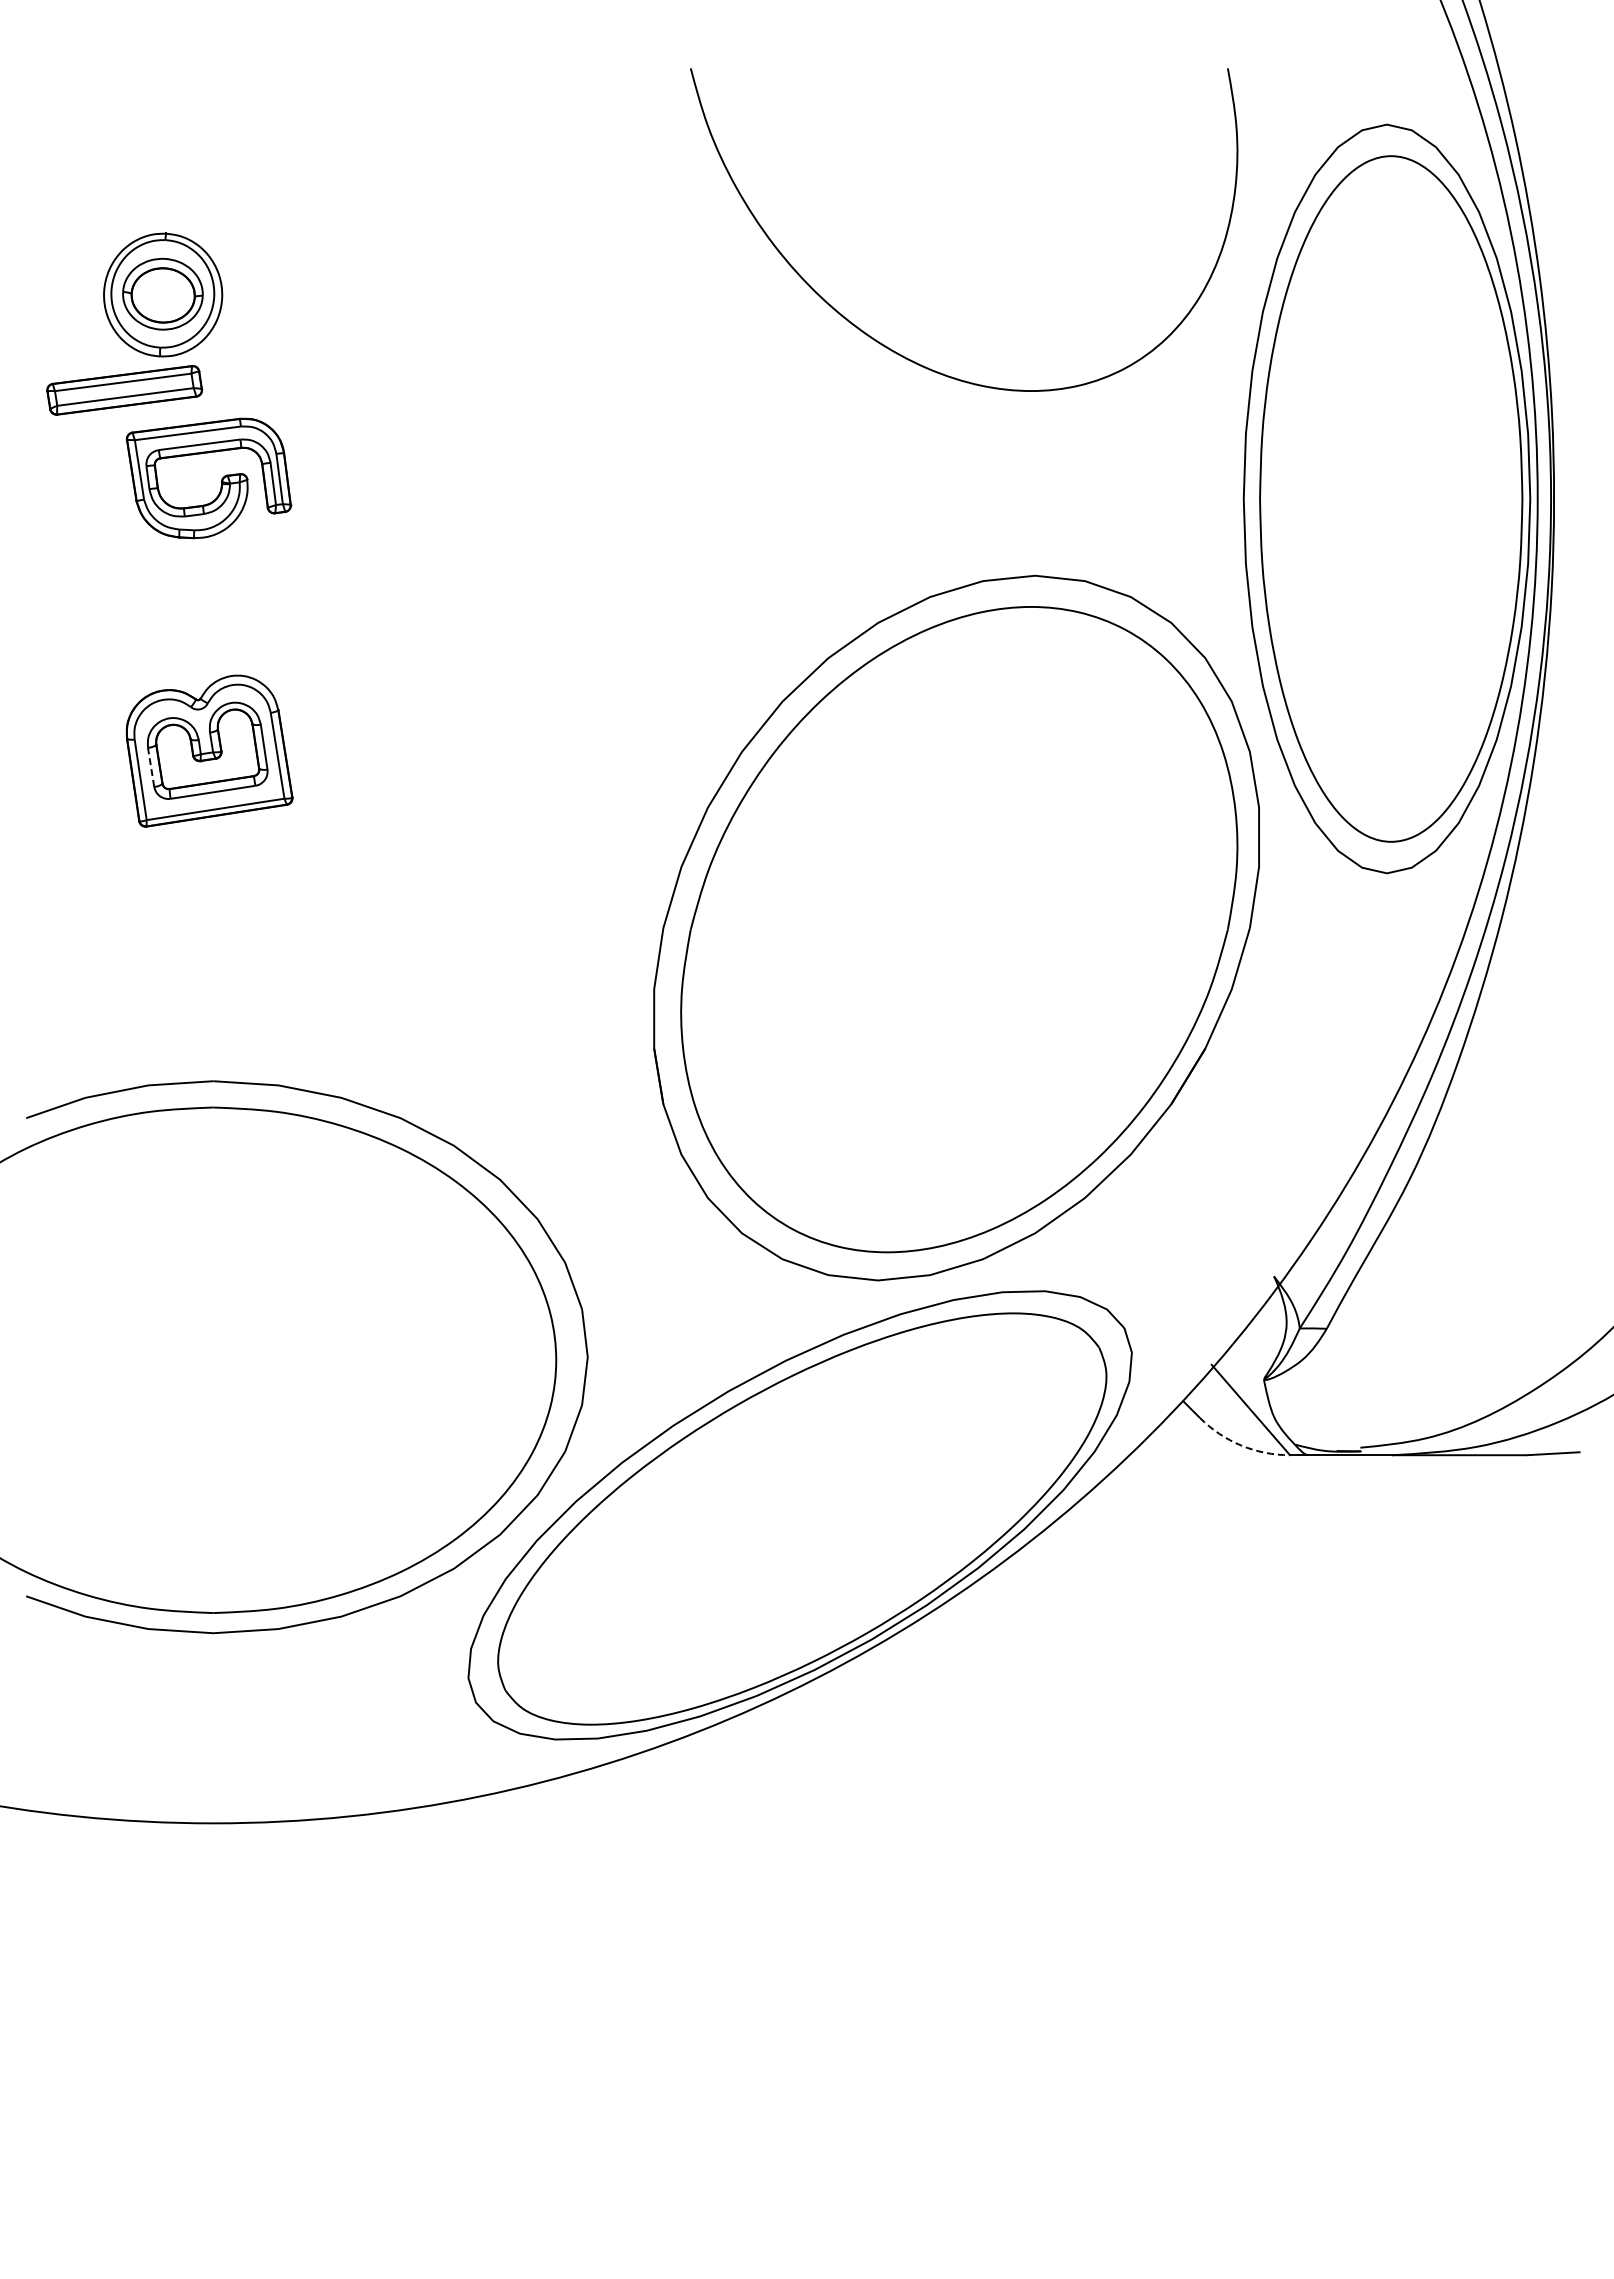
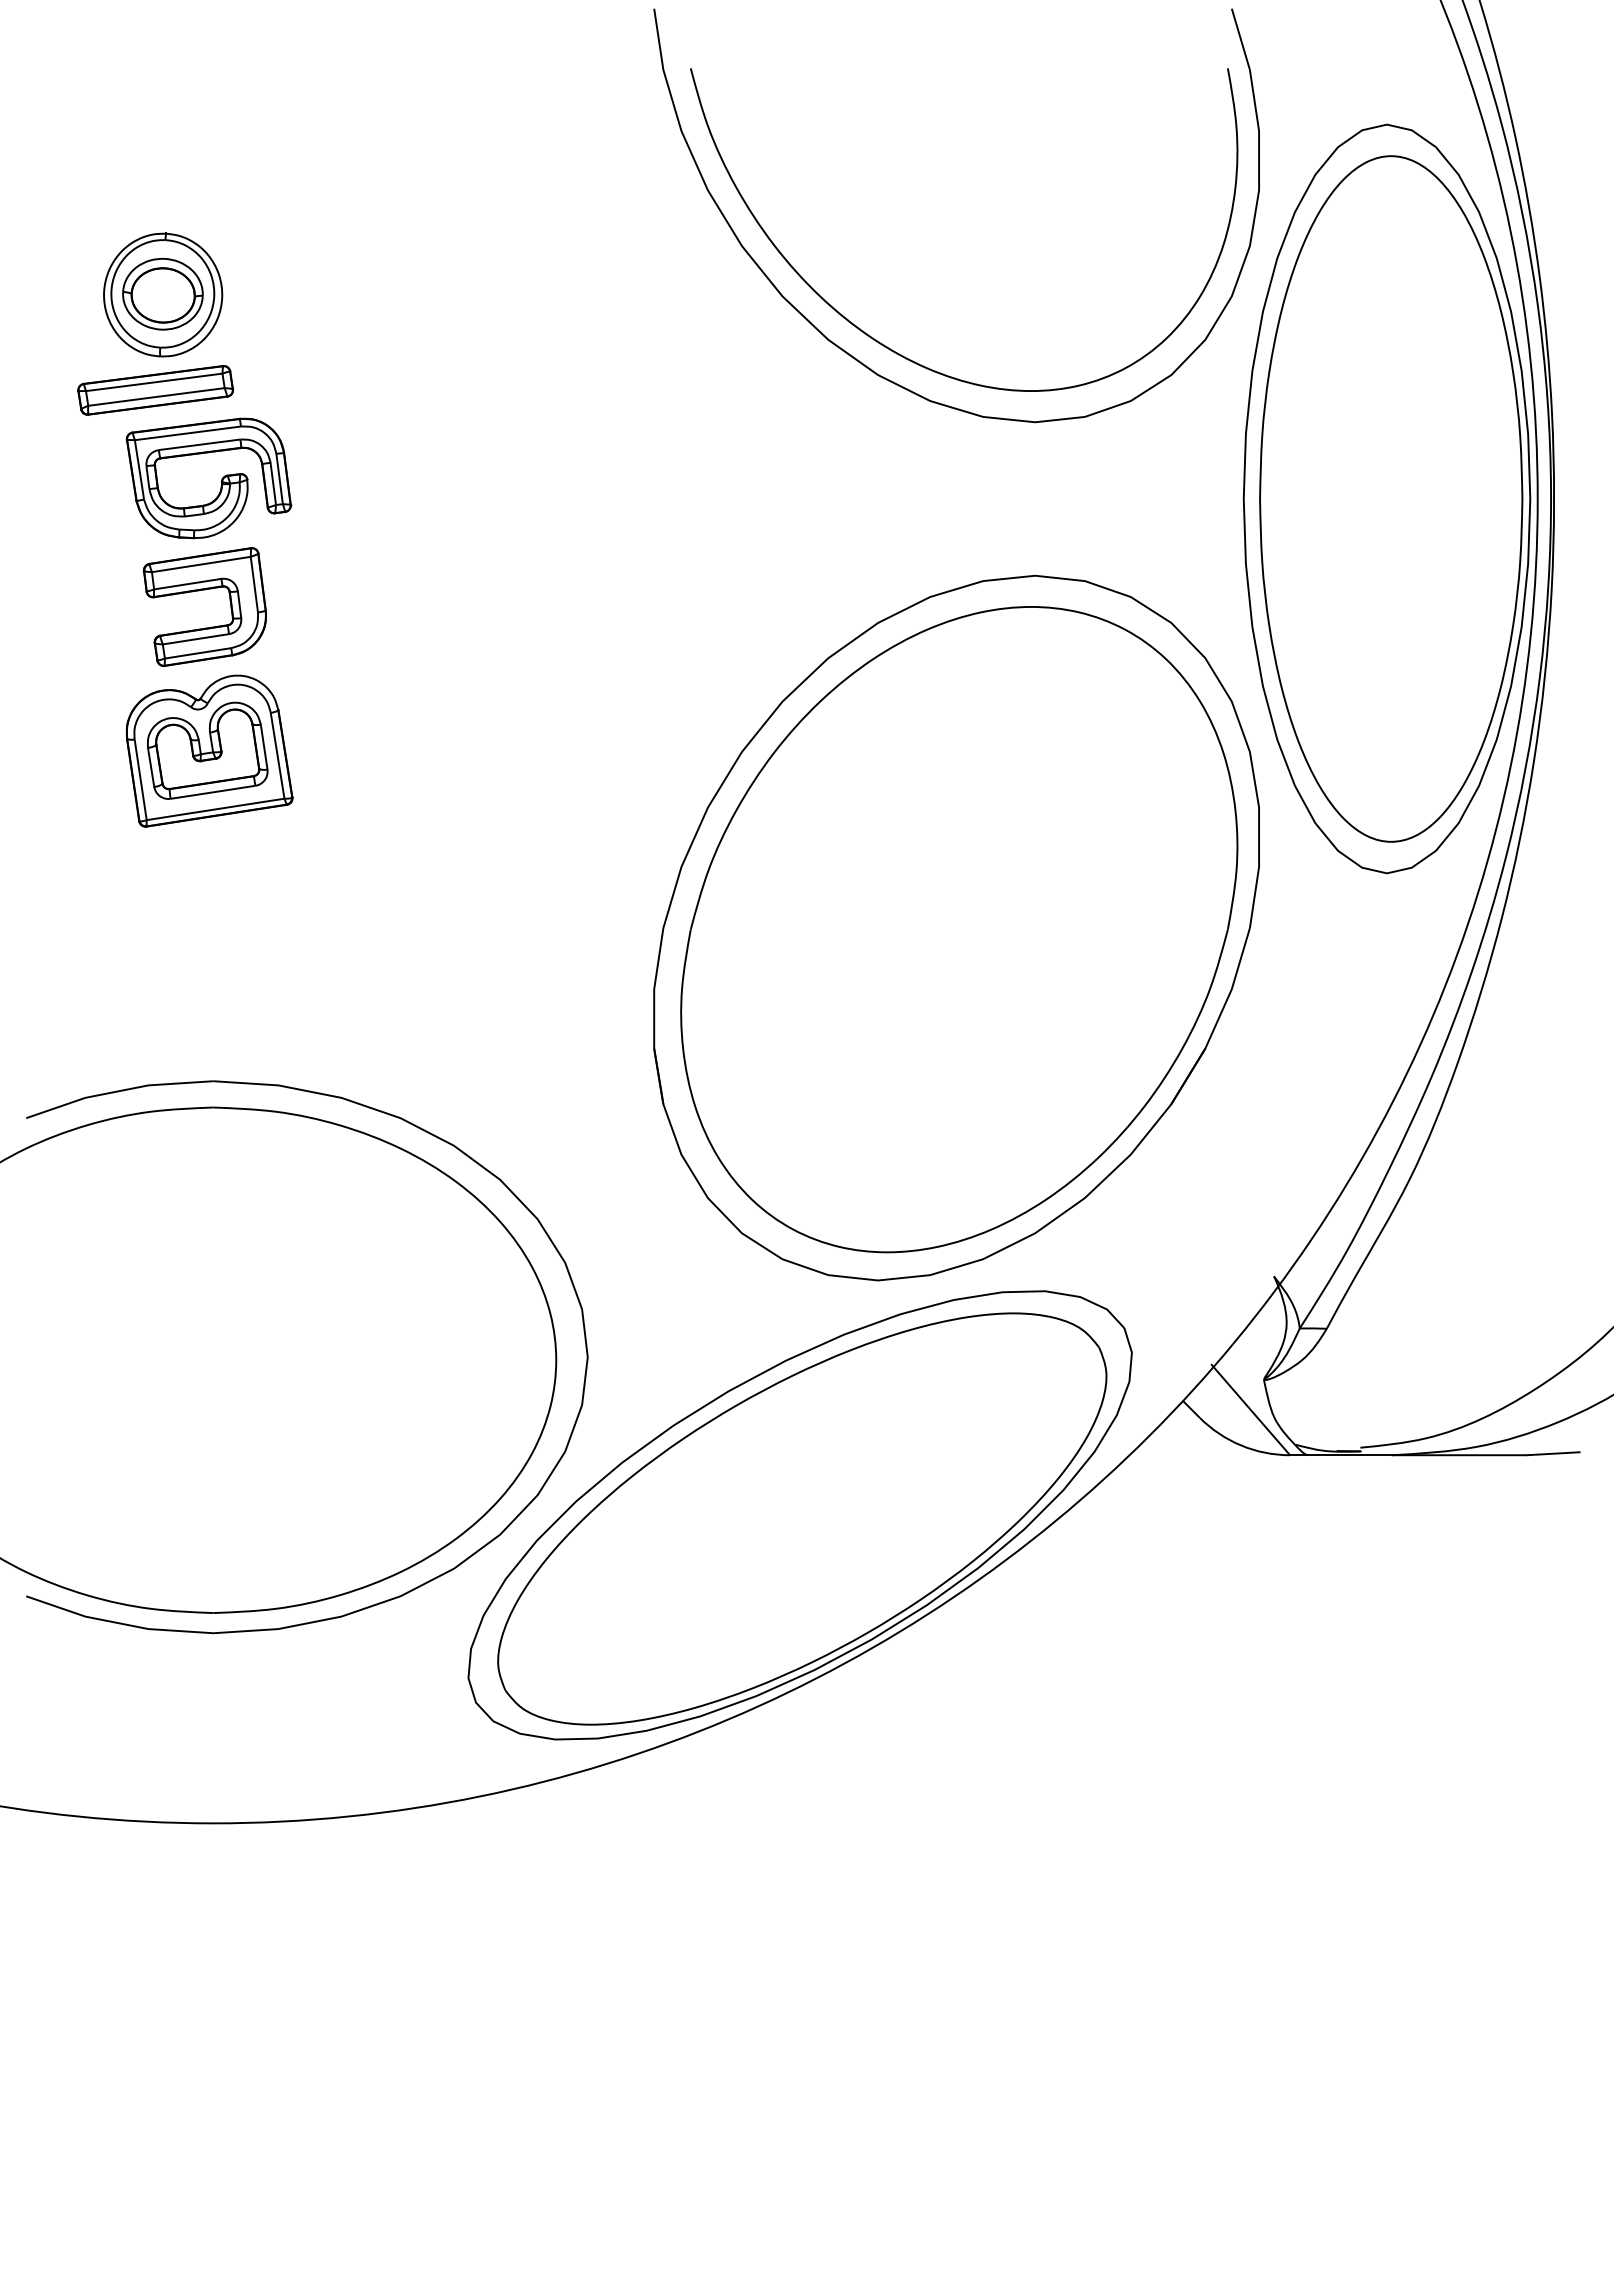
part at (855, 357): none -> present
part at (124, 390) position: (124, 390) -> (155, 390)
part at (199, 591): none -> present
line at (151, 767): dashed -> solid
arc at (1241, 1445): dashed -> solid
